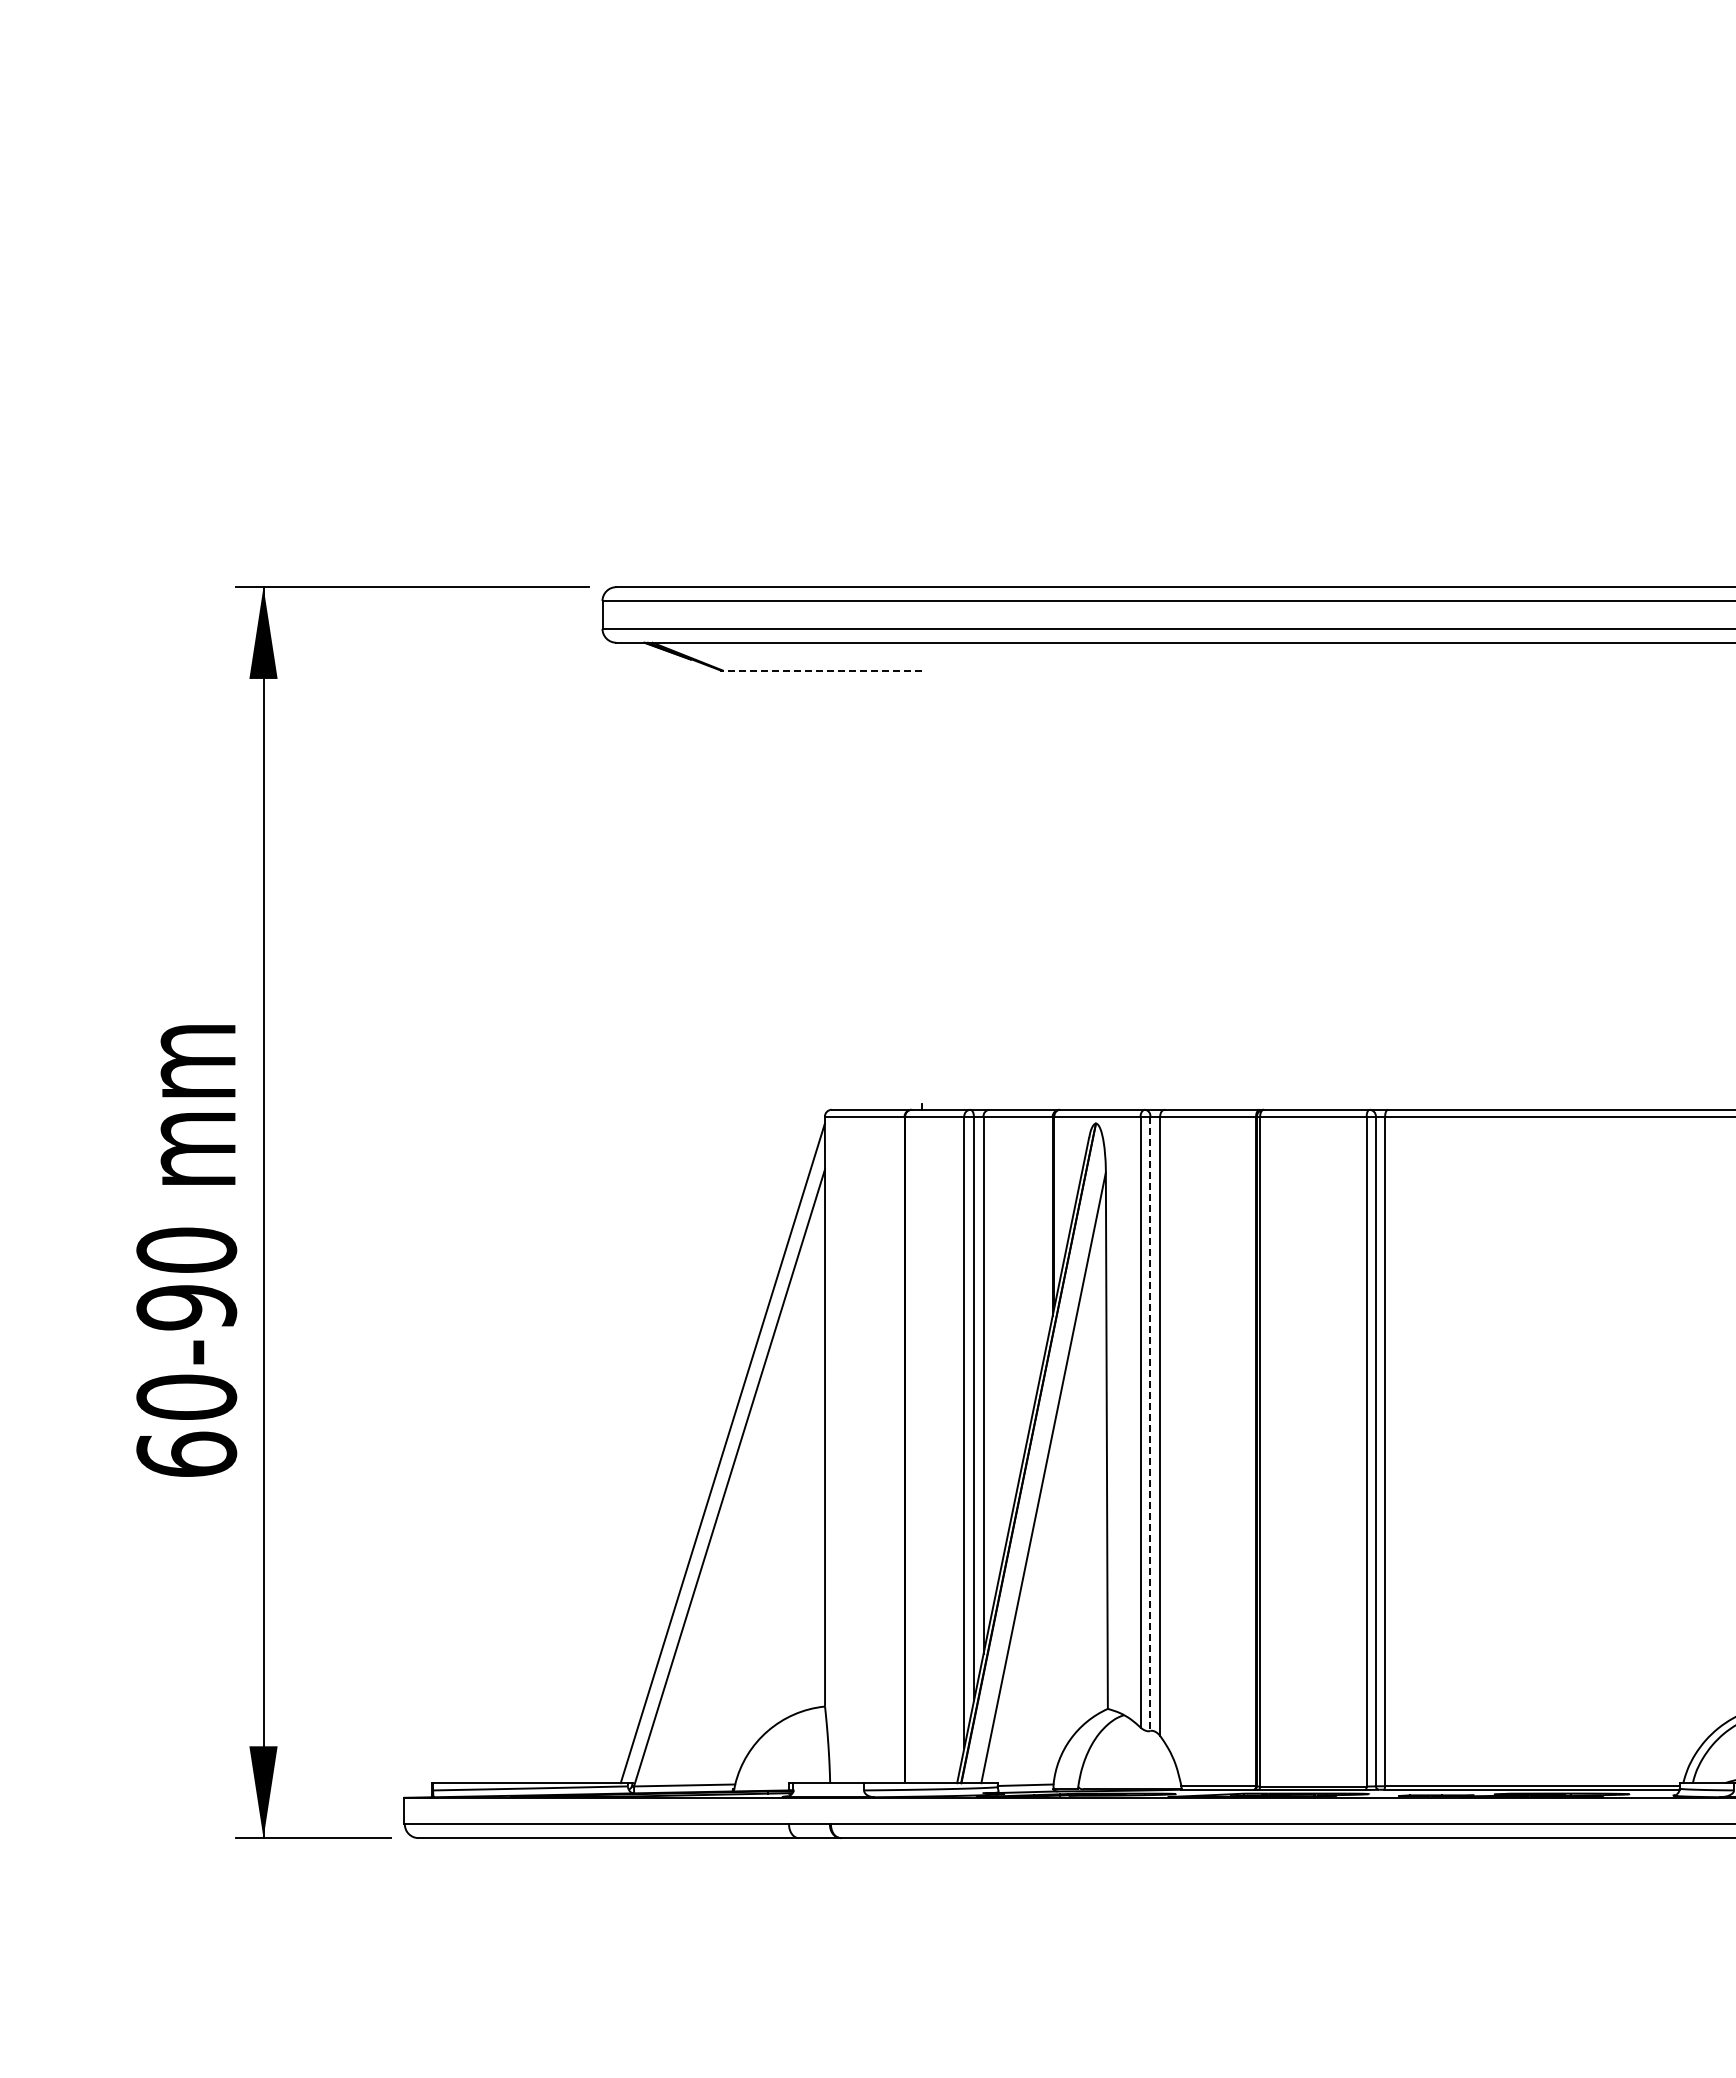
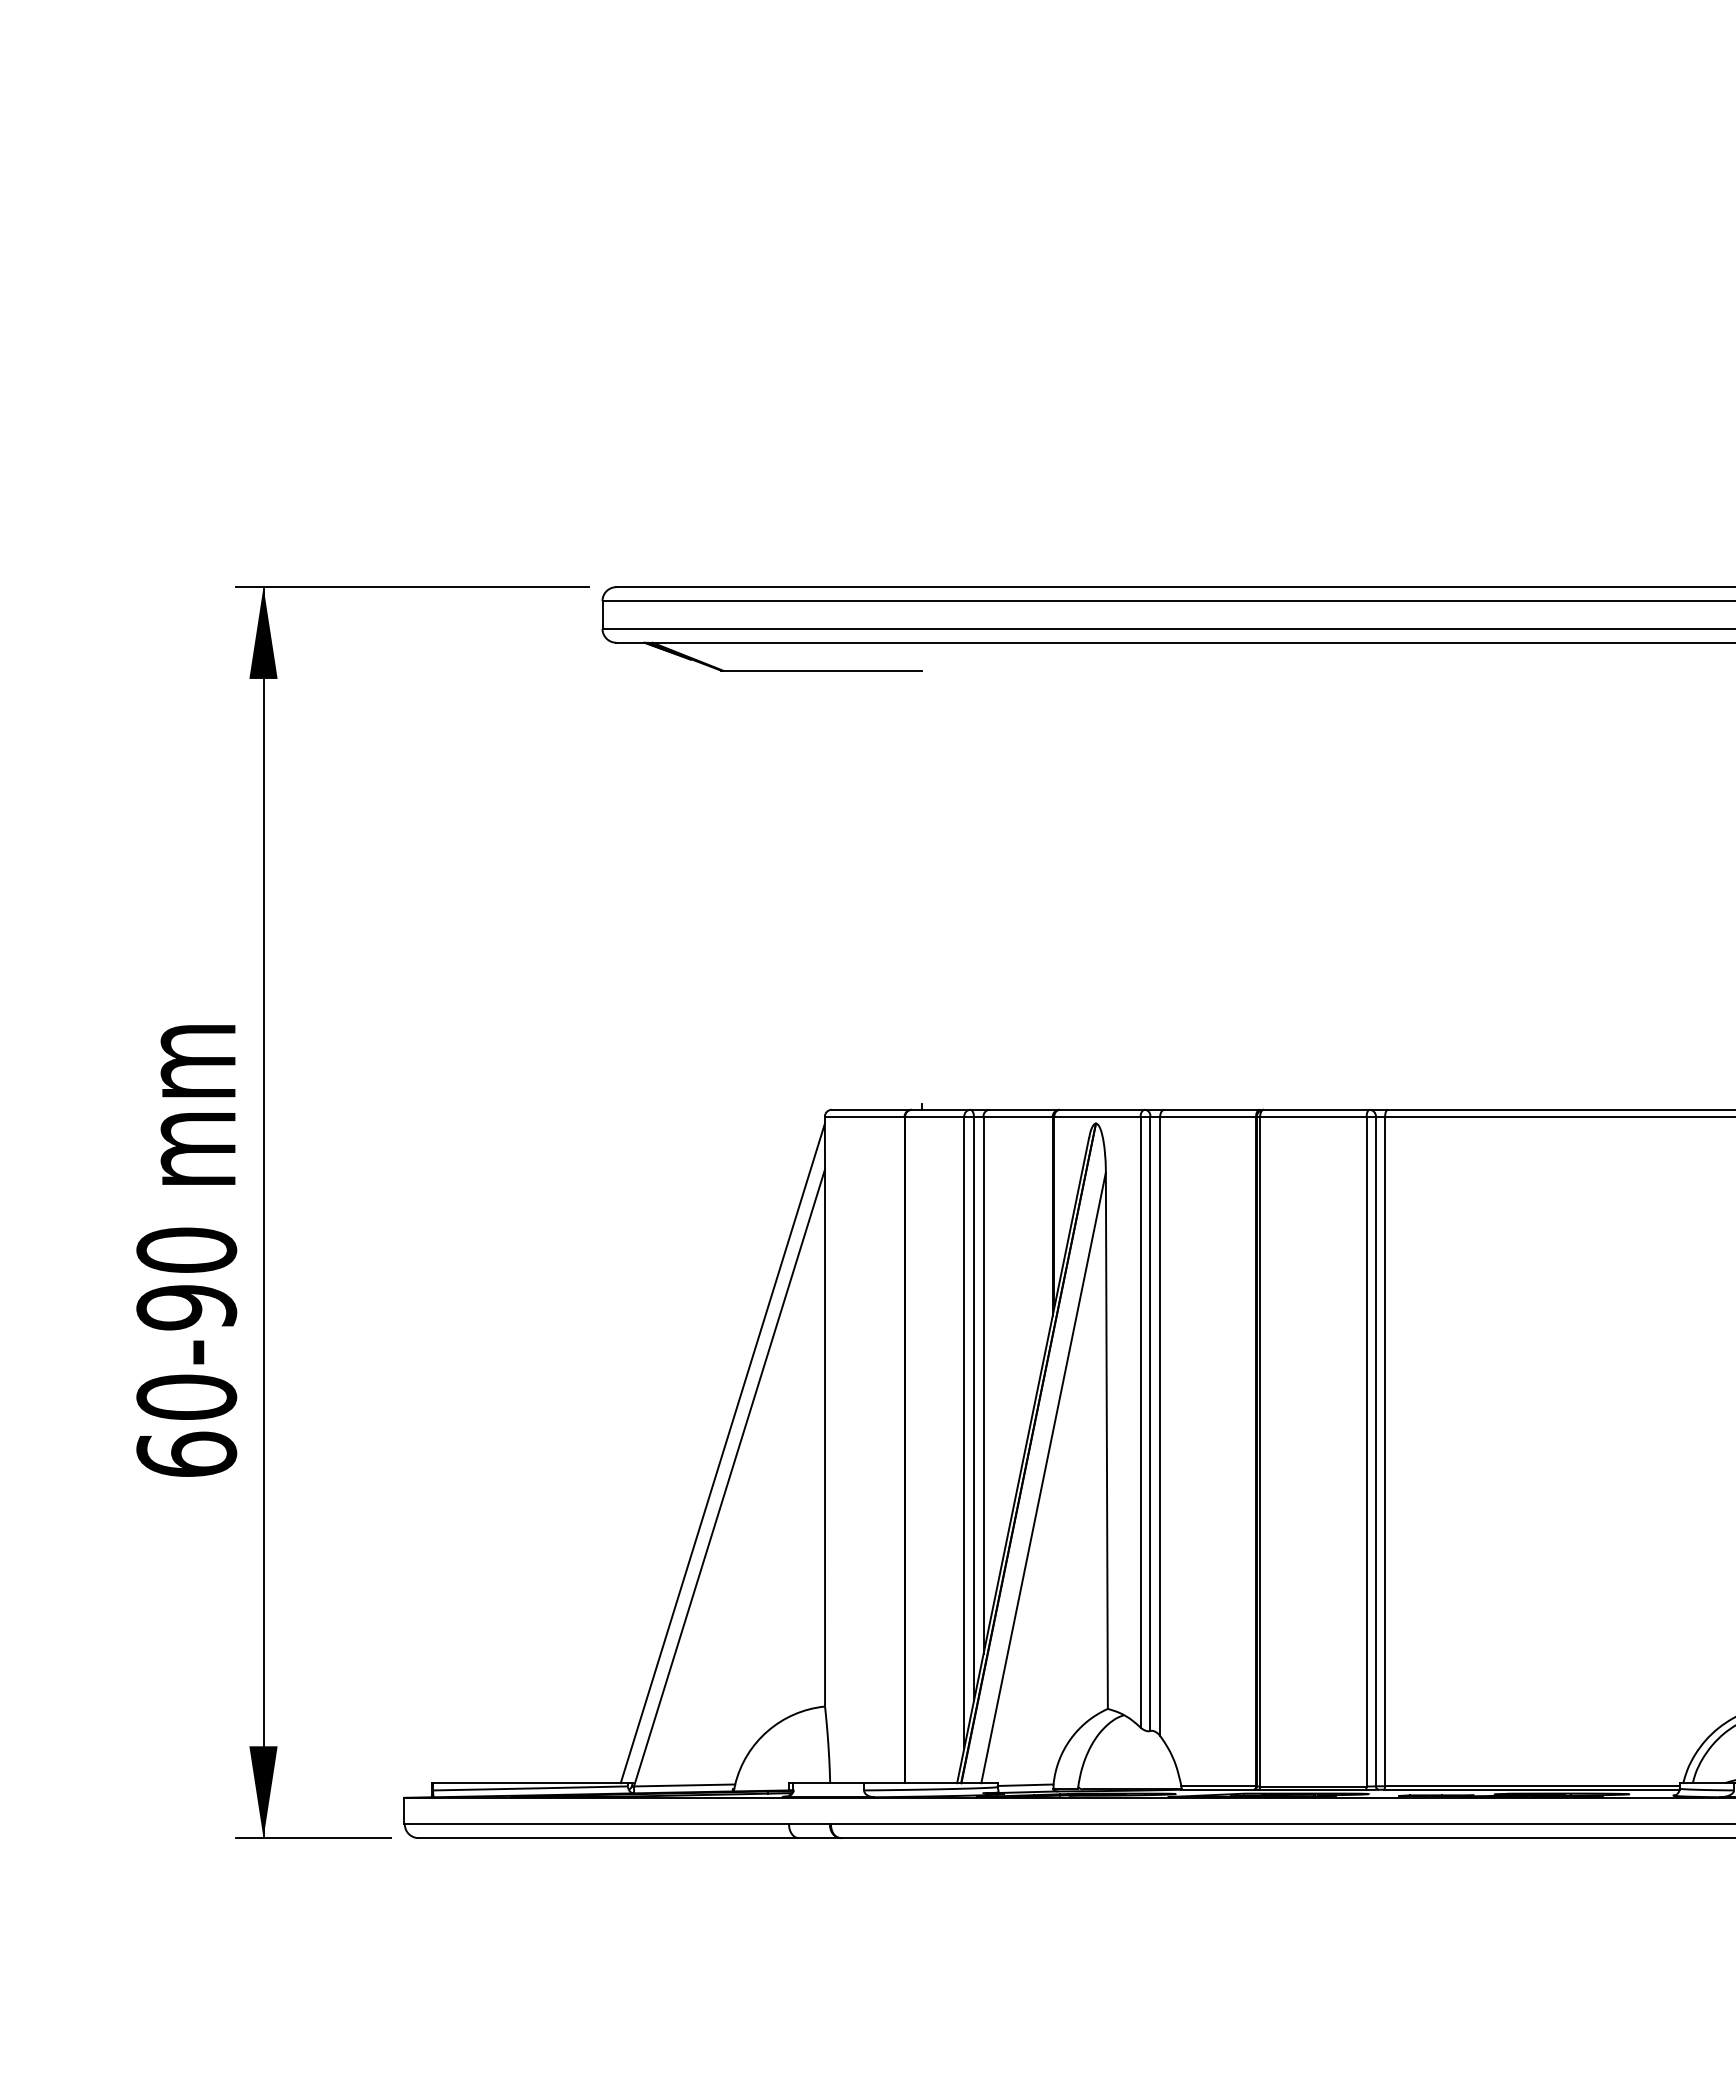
line at (822, 670): dashed -> solid
line at (1150, 1424): dashed -> solid
